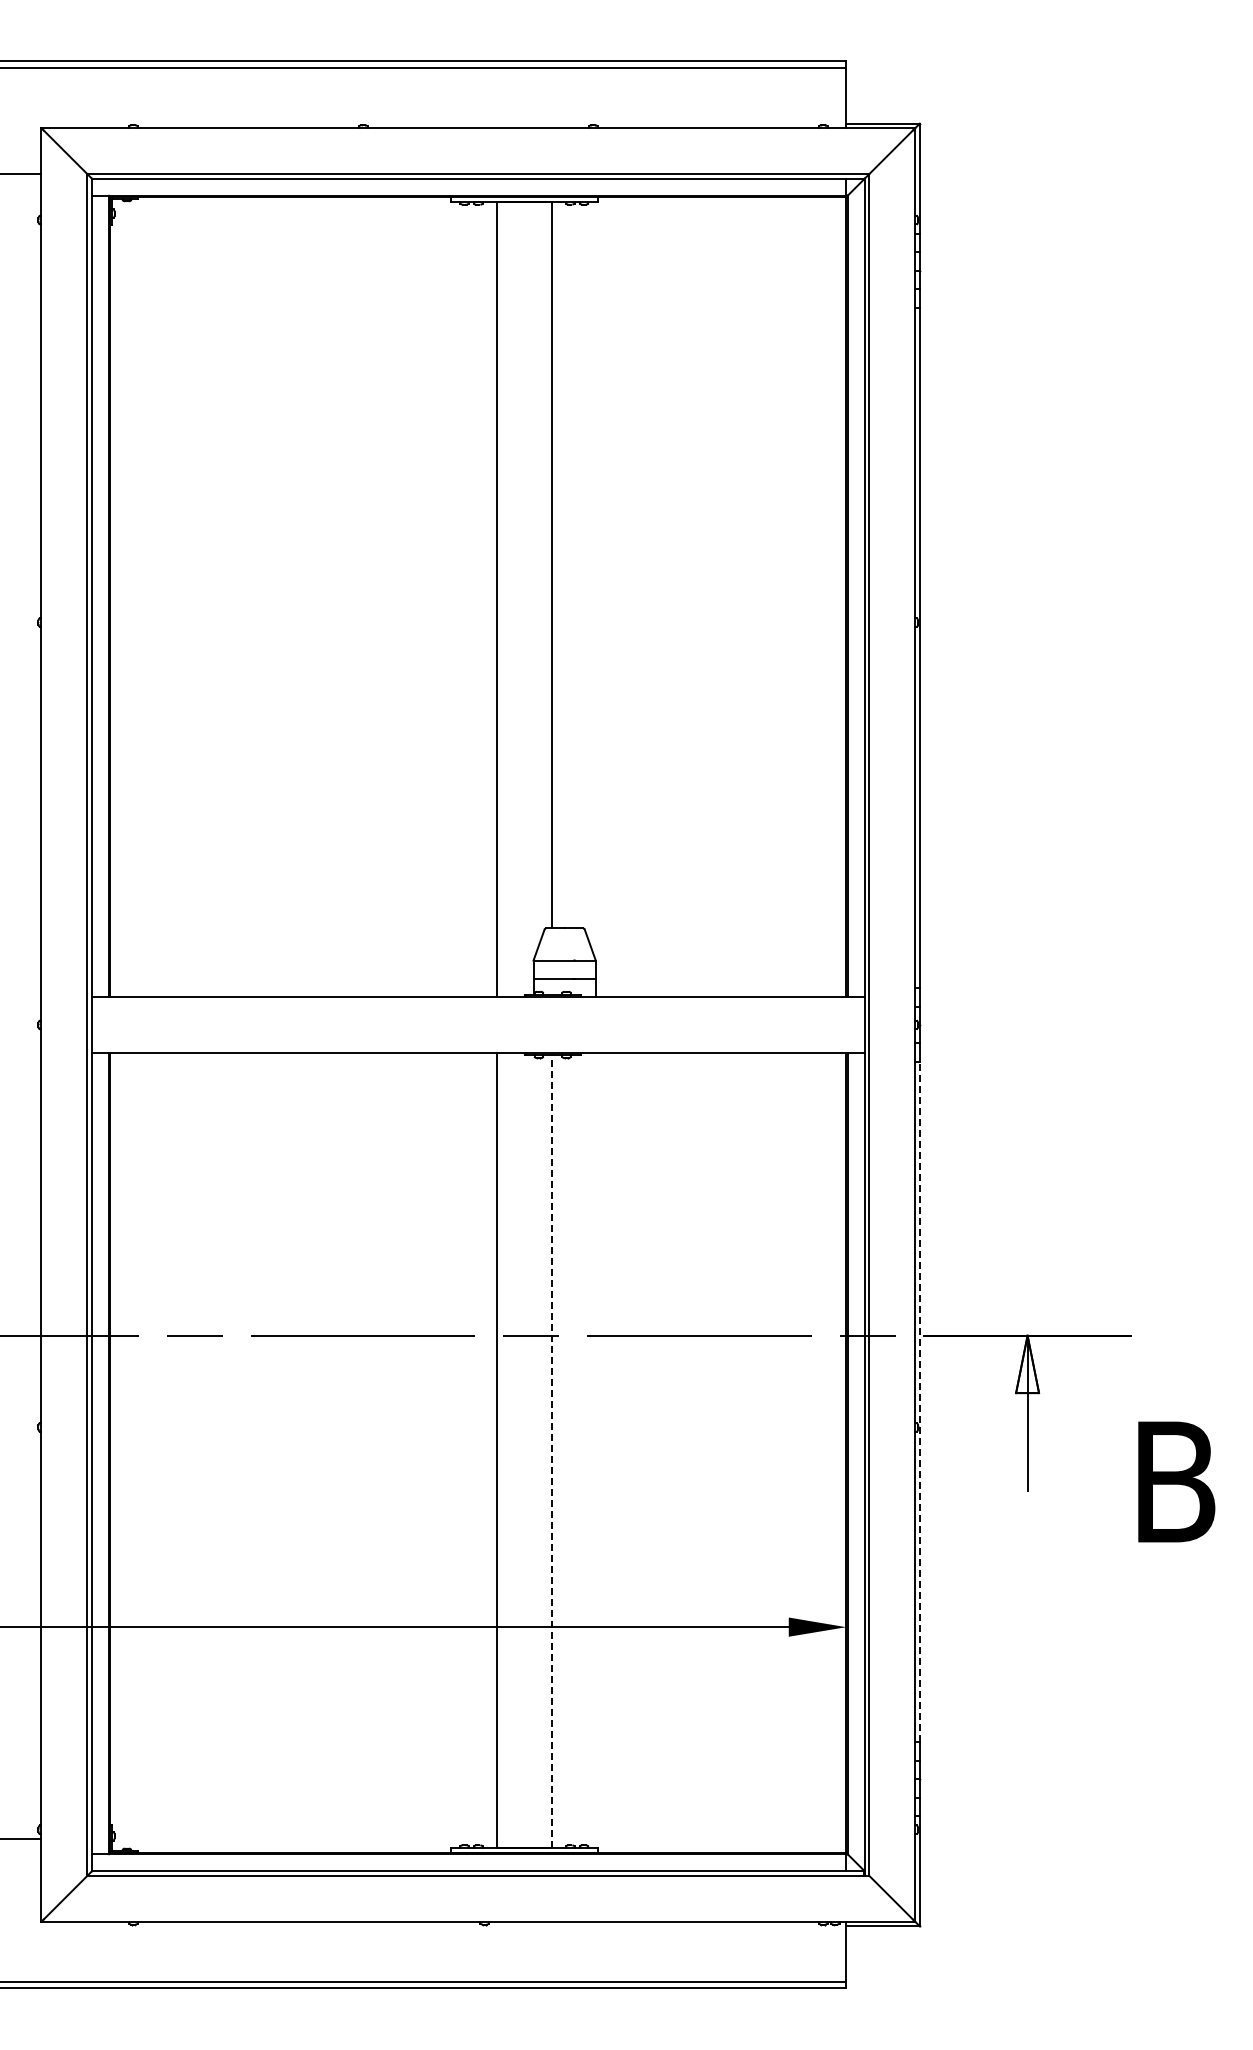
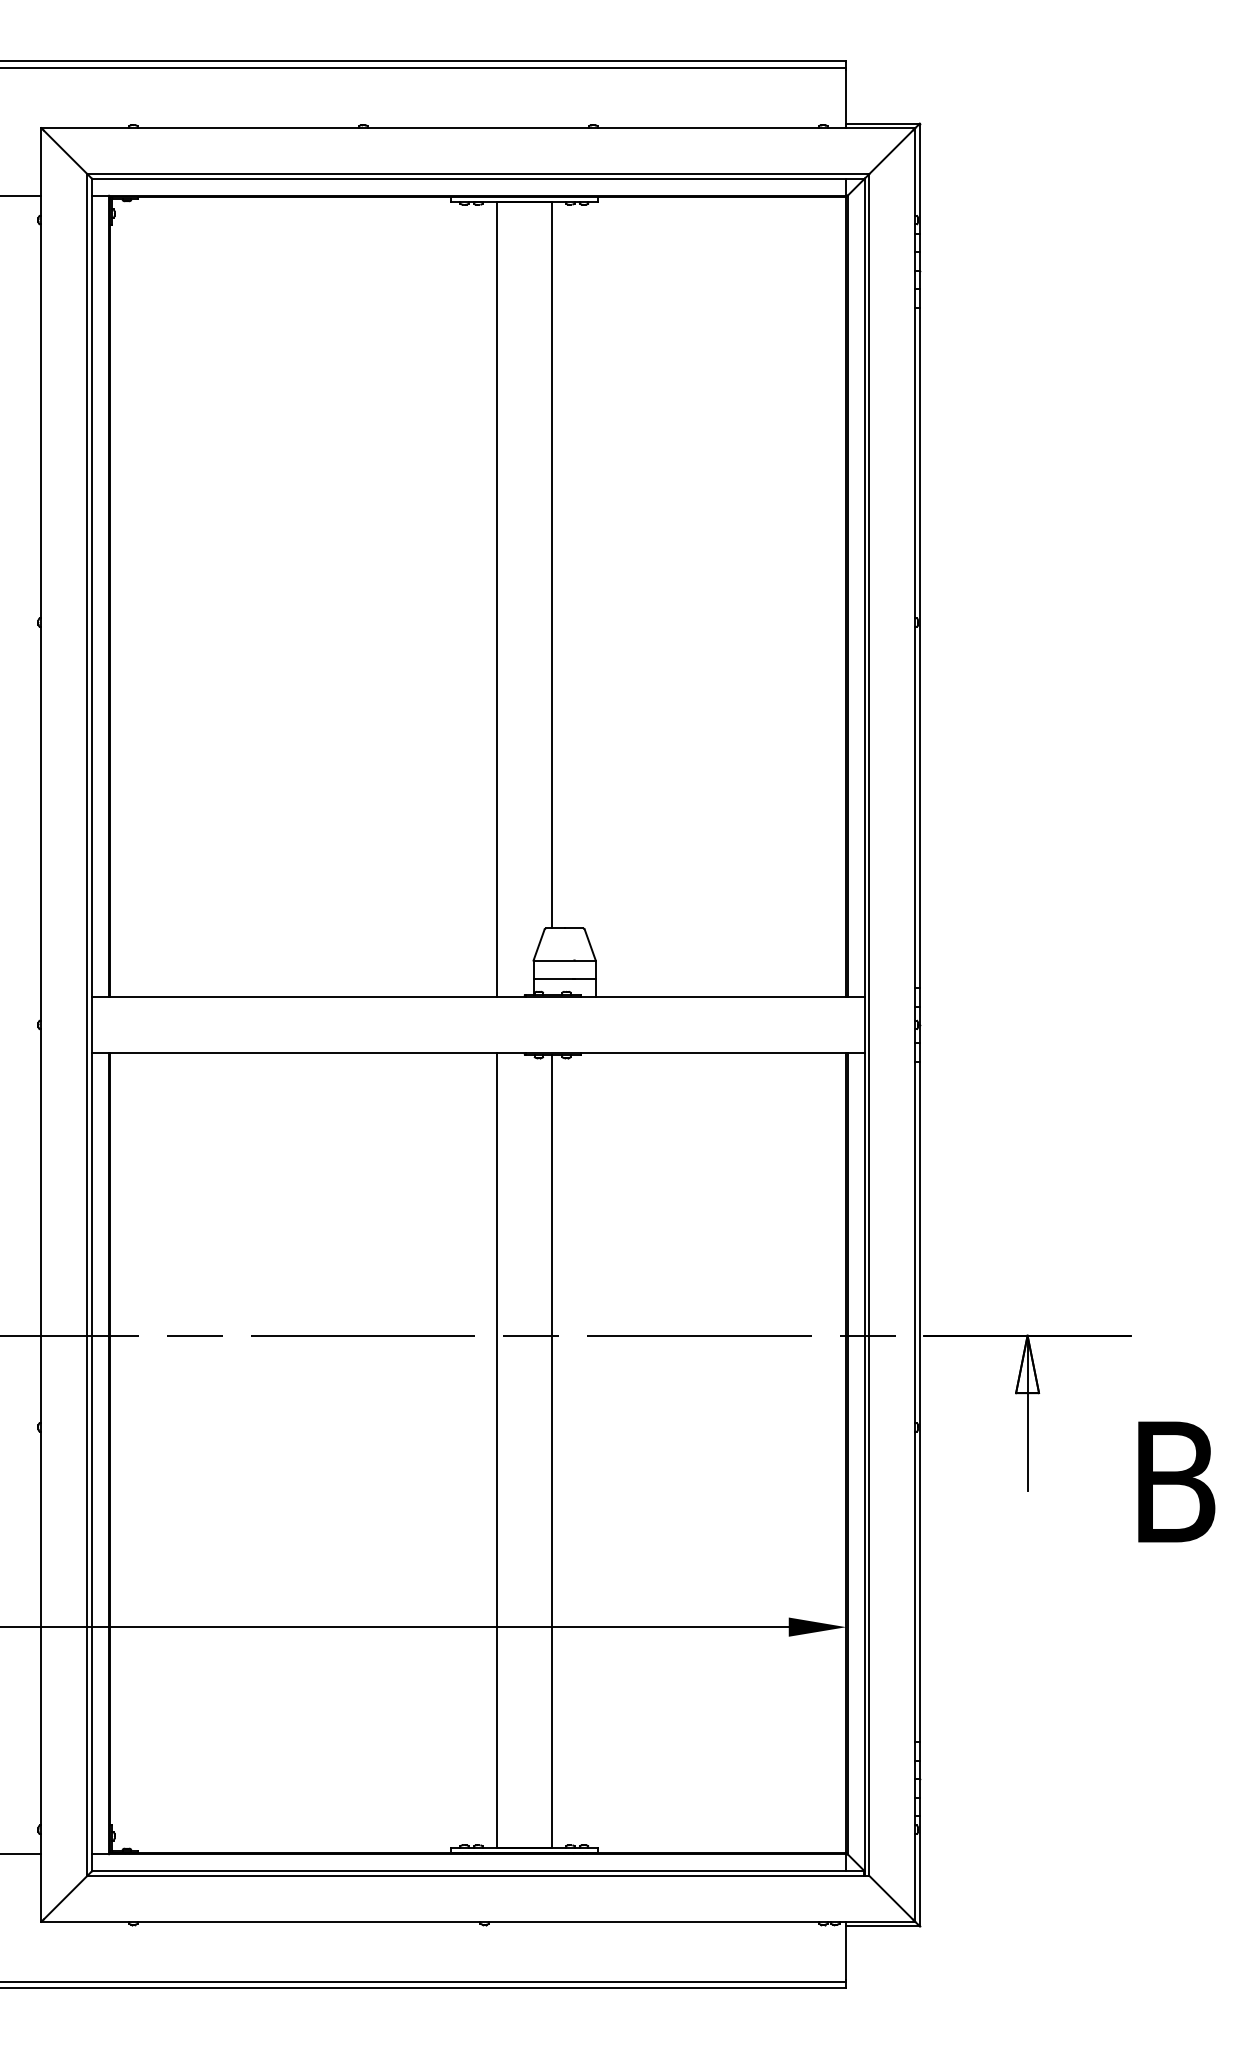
line at (21, 173) position: (21, 173) -> (21, 195)
line at (919, 1401): dashed -> solid
line at (551, 1451): dashed -> solid
line at (21, 1839) position: (21, 1839) -> (21, 1854)
